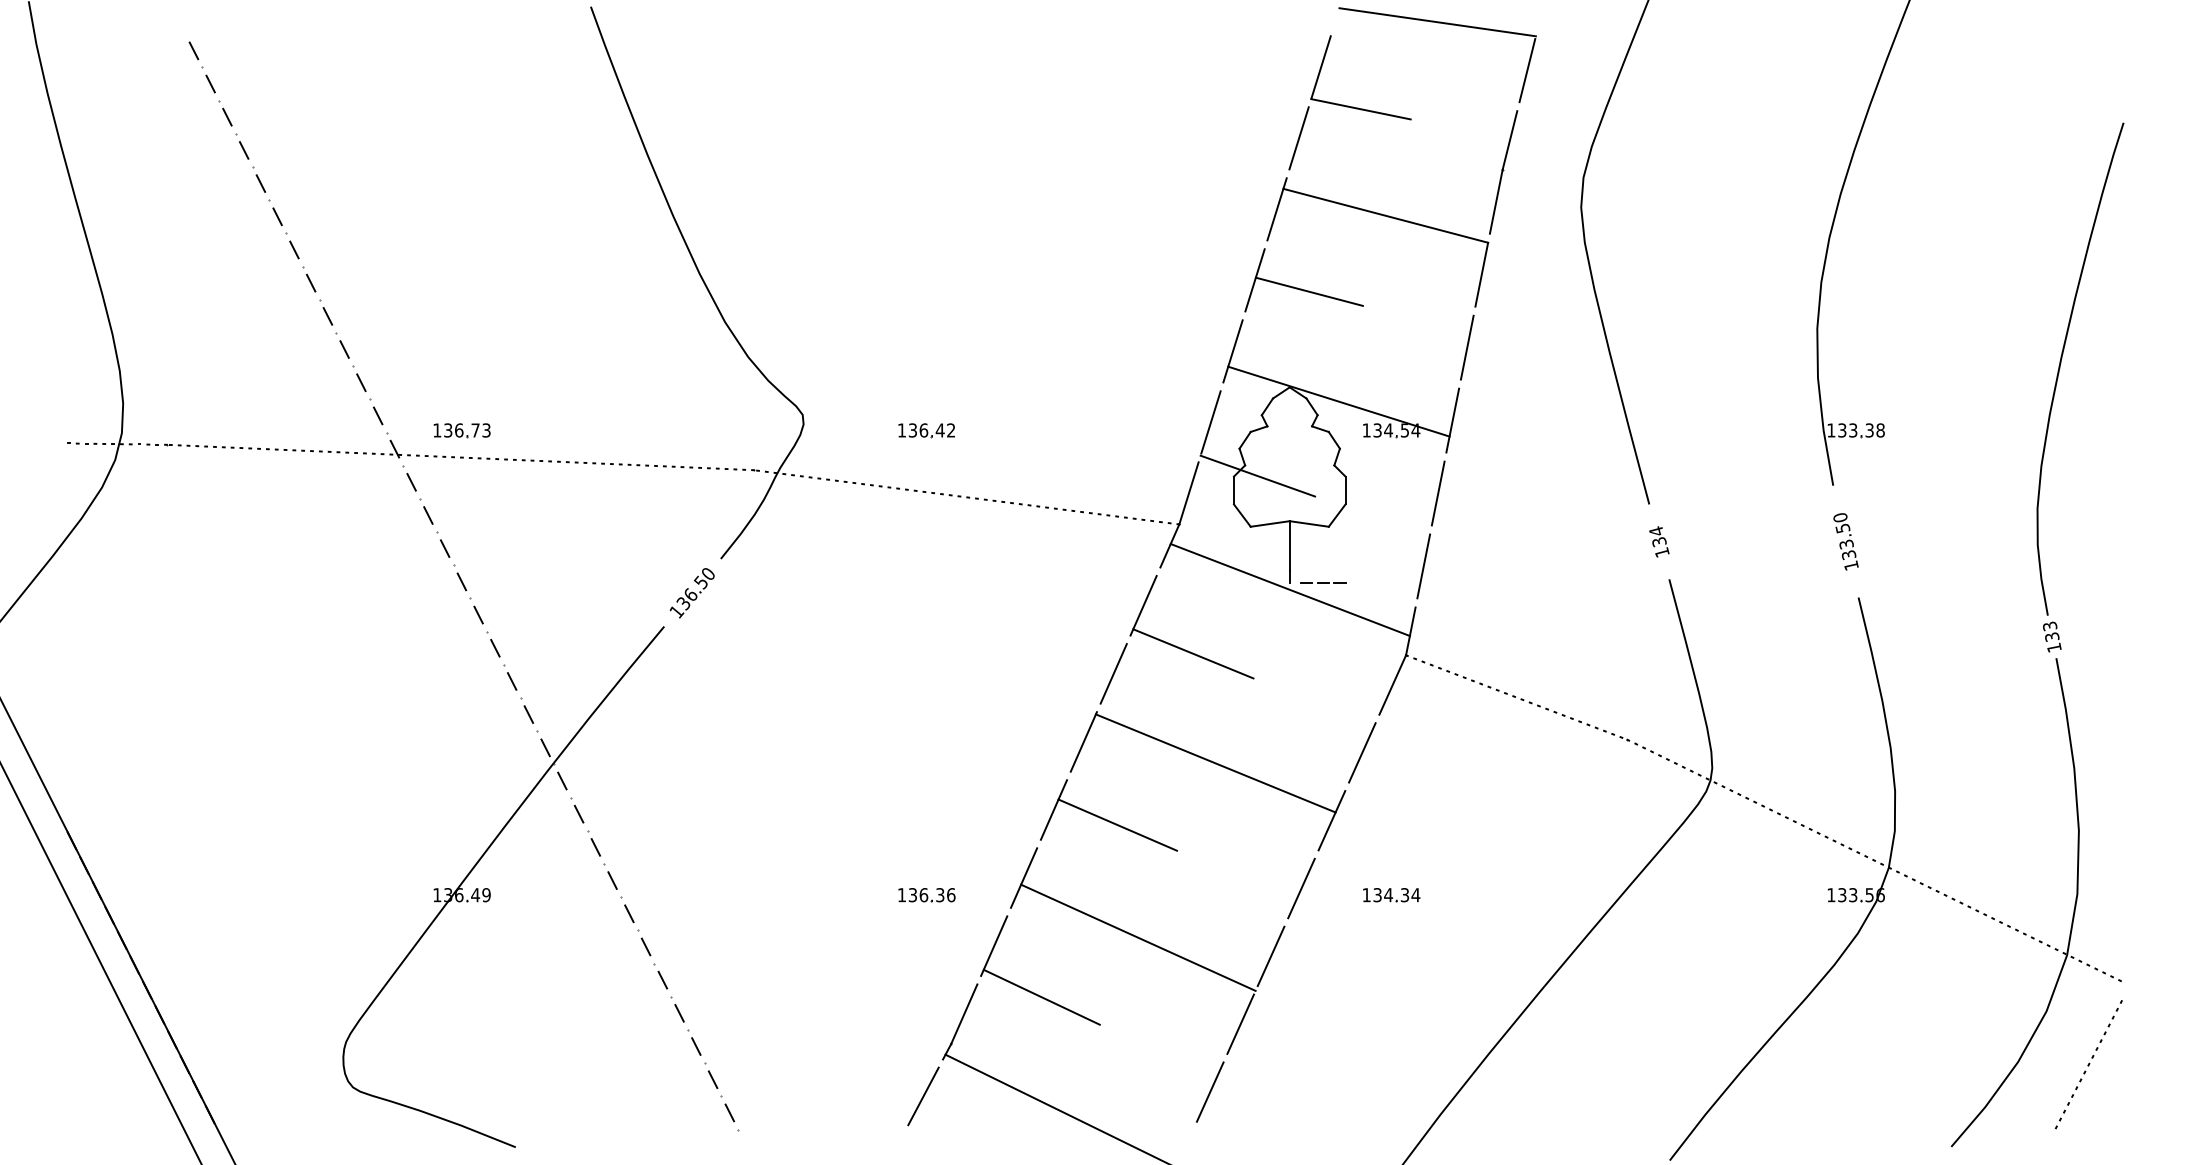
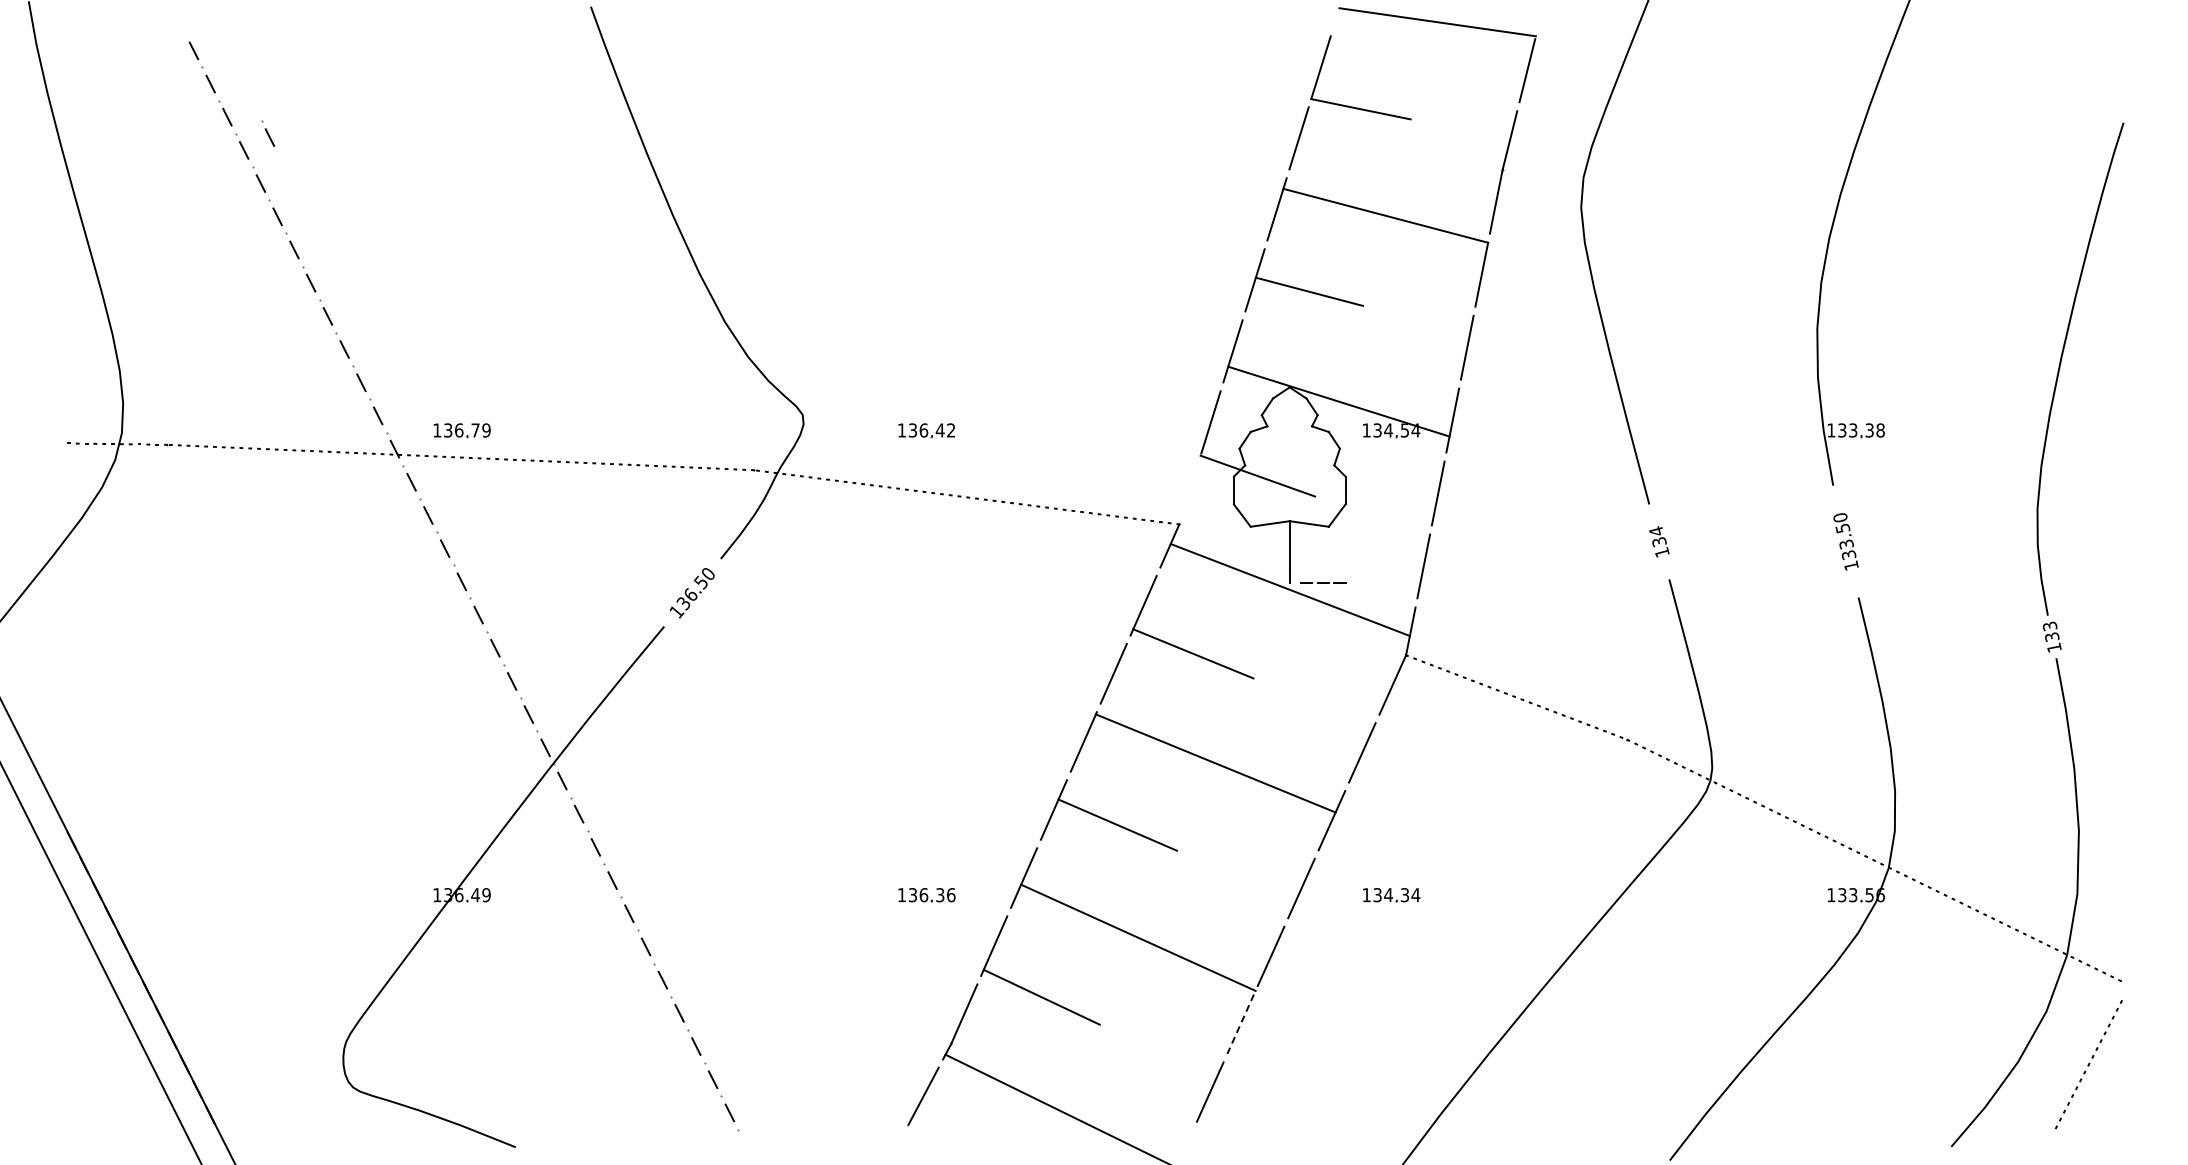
part at (268, 133): none -> present
text at (486, 430): 136.73 -> 136.79
line at (1188, 493): present -> none
line at (1240, 1024): solid -> dashed
